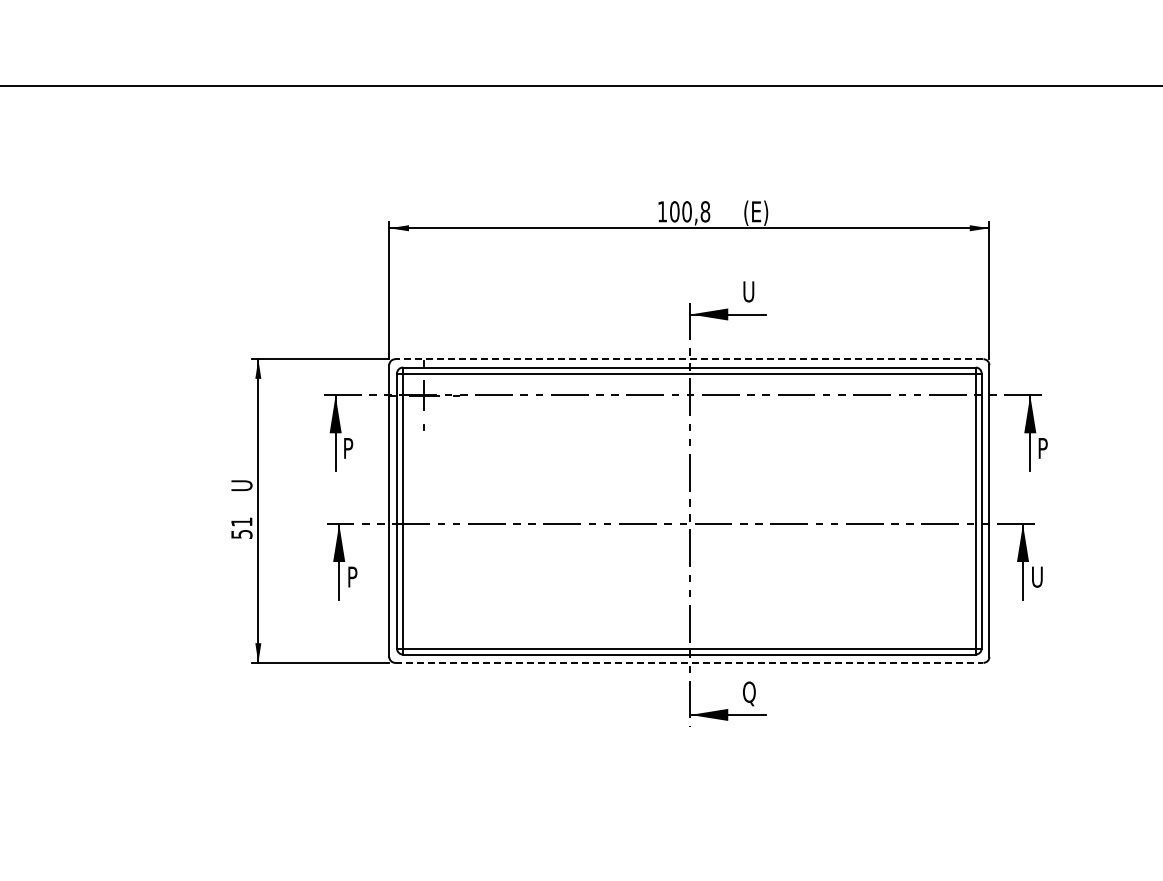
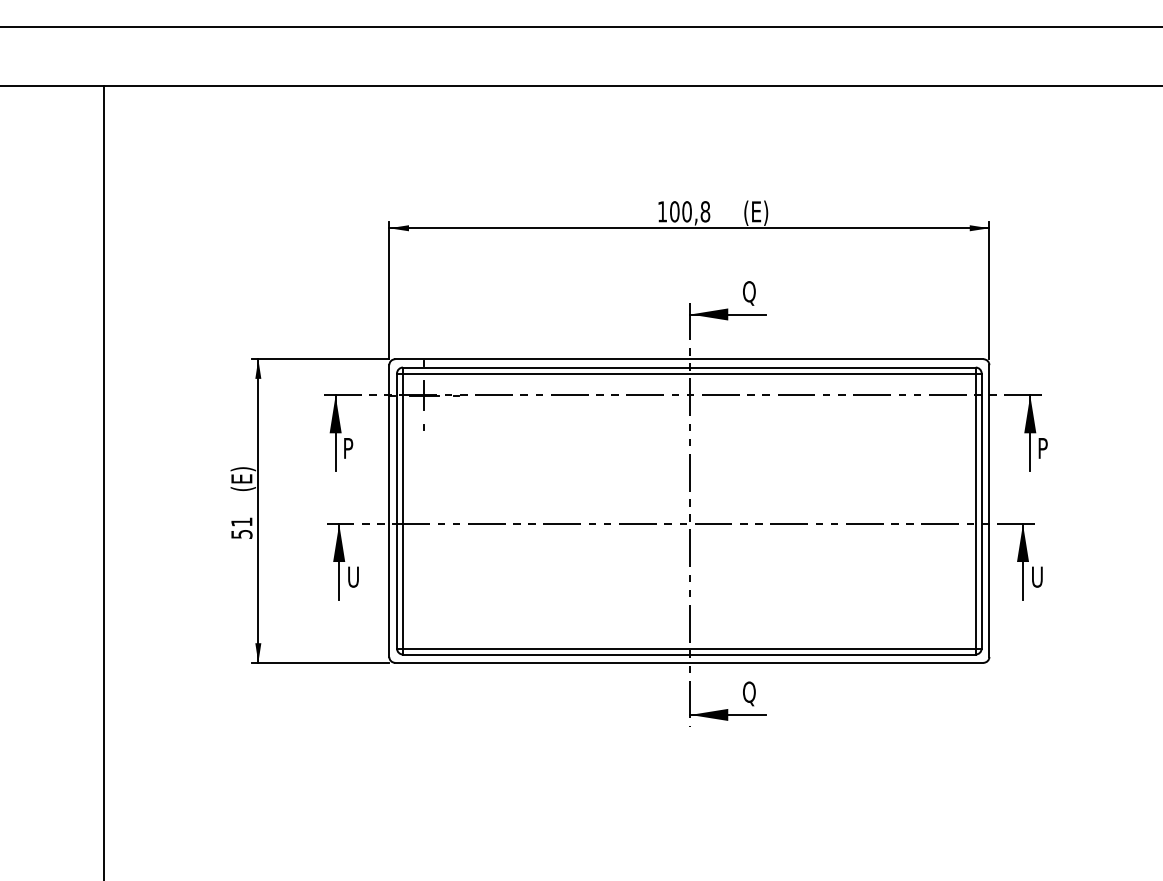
line at (580, 26): none -> present
text at (749, 293): U -> Q
line at (688, 359): dashed -> solid
text at (242, 479): U -> (E)
line at (103, 481): none -> present
text at (353, 576): P -> U
line at (689, 662): dashed -> solid
